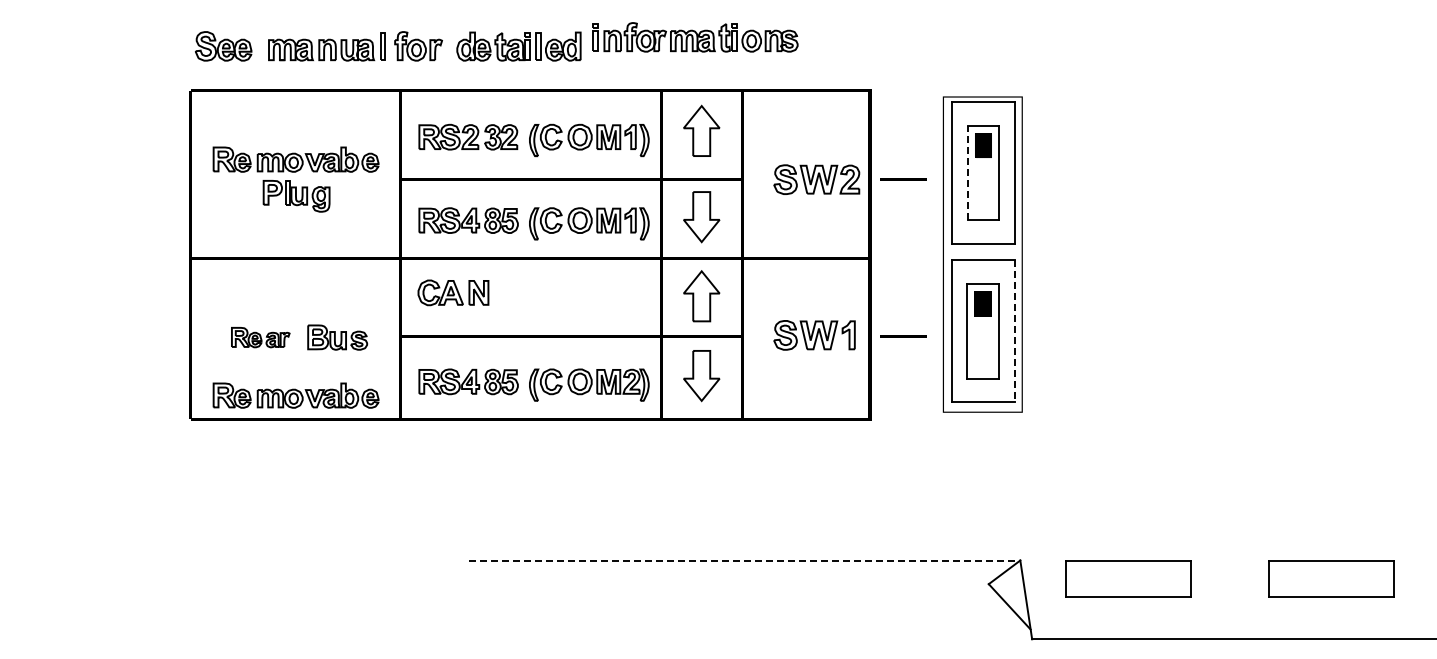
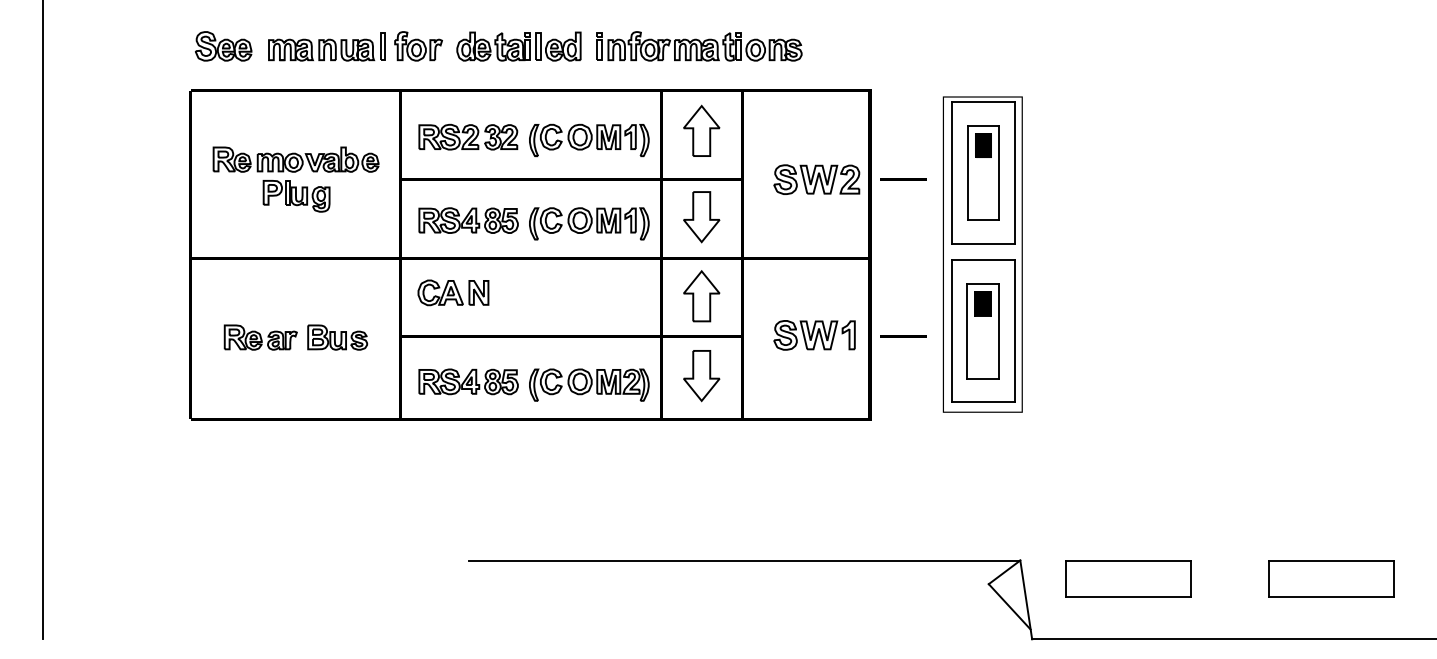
part at (695, 37) position: (695, 37) -> (699, 46)
line at (967, 172): dashed -> solid
line at (43, 320): none -> present
line at (1014, 331): dashed -> solid
part at (260, 337) size: 60x22 px -> 75x27 px
part at (295, 395): present -> none
line at (744, 560): dashed -> solid
